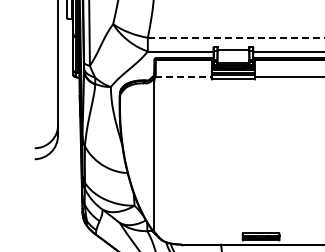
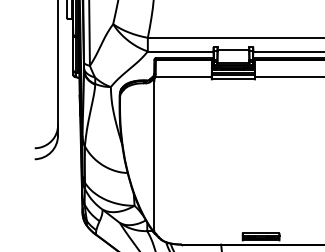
line at (236, 37): dashed -> solid
line at (184, 76): dashed -> solid
